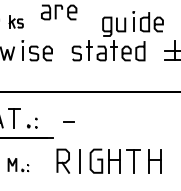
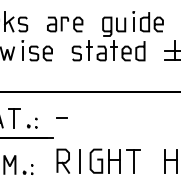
part at (59, 12) position: (59, 12) -> (65, 24)
part at (15, 21) size: 16x14 px -> 25x22 px
line at (68, 121) position: (68, 121) -> (61, 117)
part at (154, 161) position: (154, 161) -> (170, 161)
part at (18, 165) size: 23x15 px -> 31x20 px
